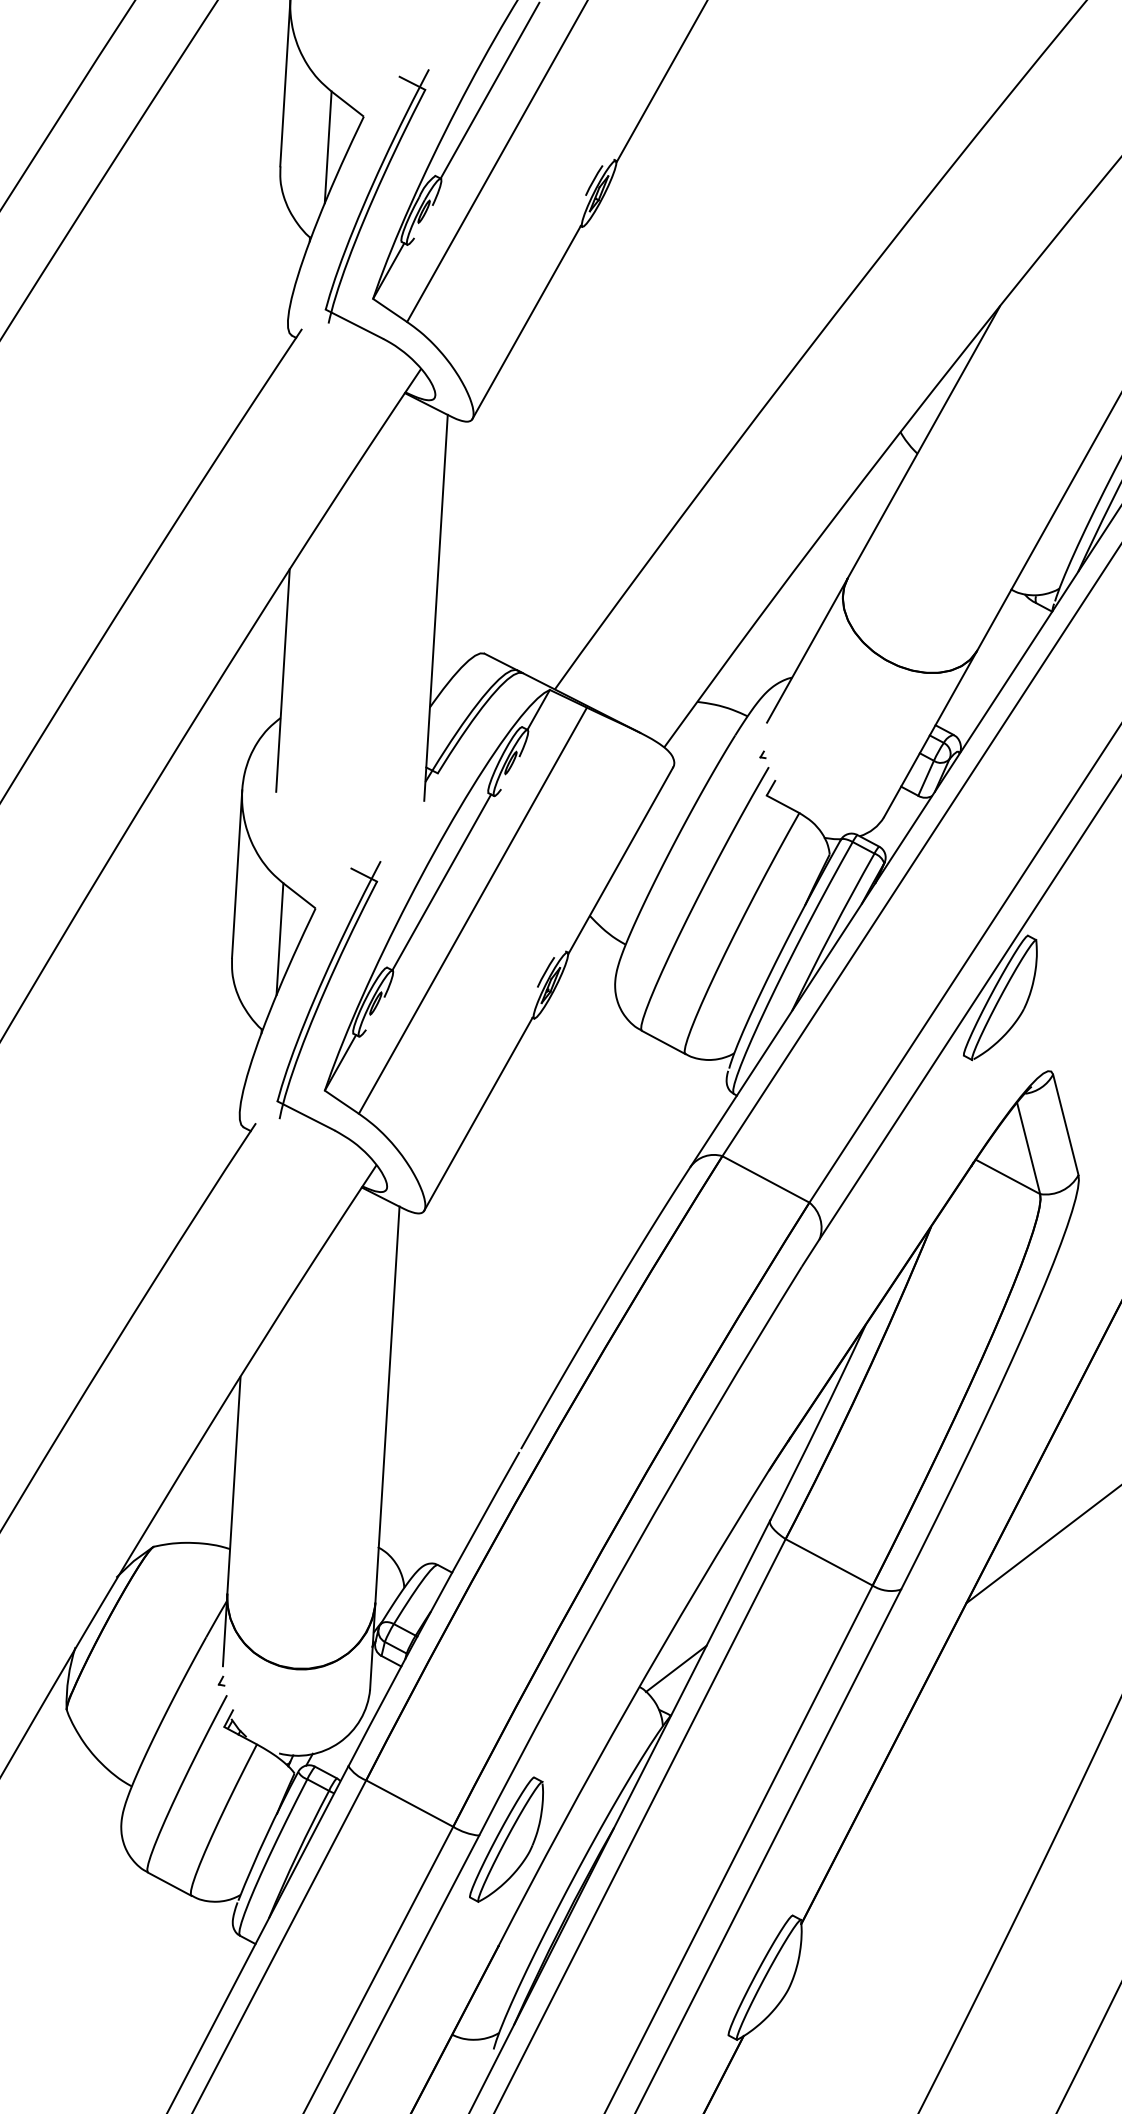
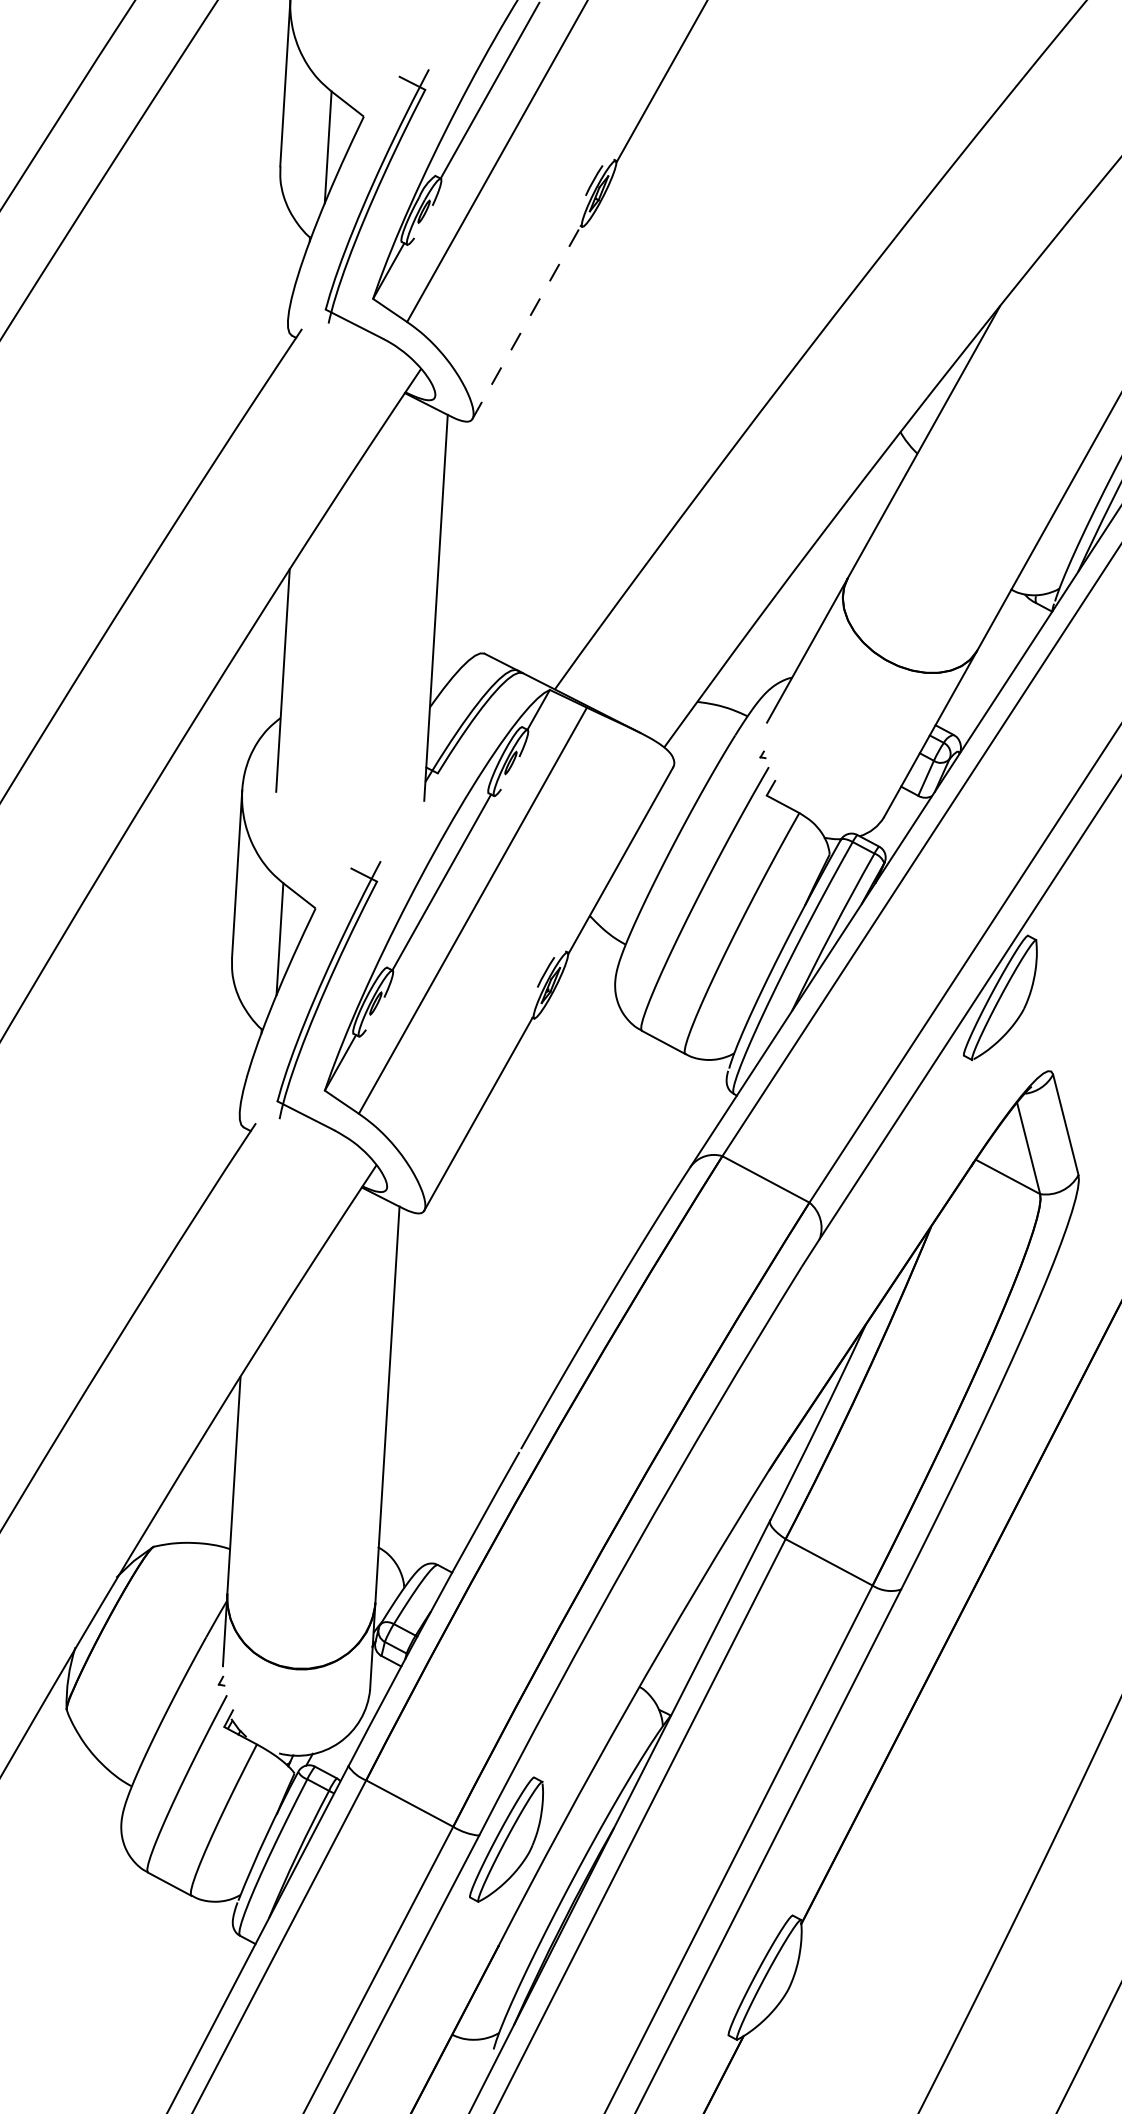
line at (526, 322): solid -> dashed
line at (1042, 1545): present -> none
line at (675, 1668): present -> none
